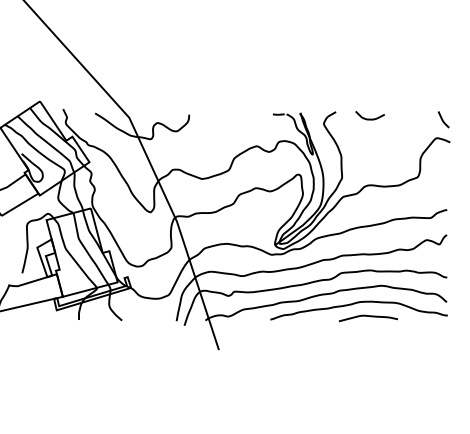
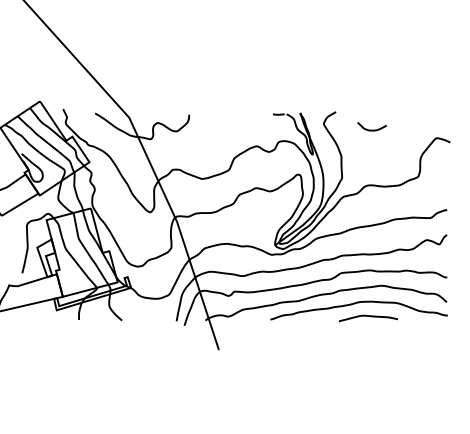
curve at (369, 118) position: (369, 118) -> (371, 129)
curve at (443, 119): present -> none
